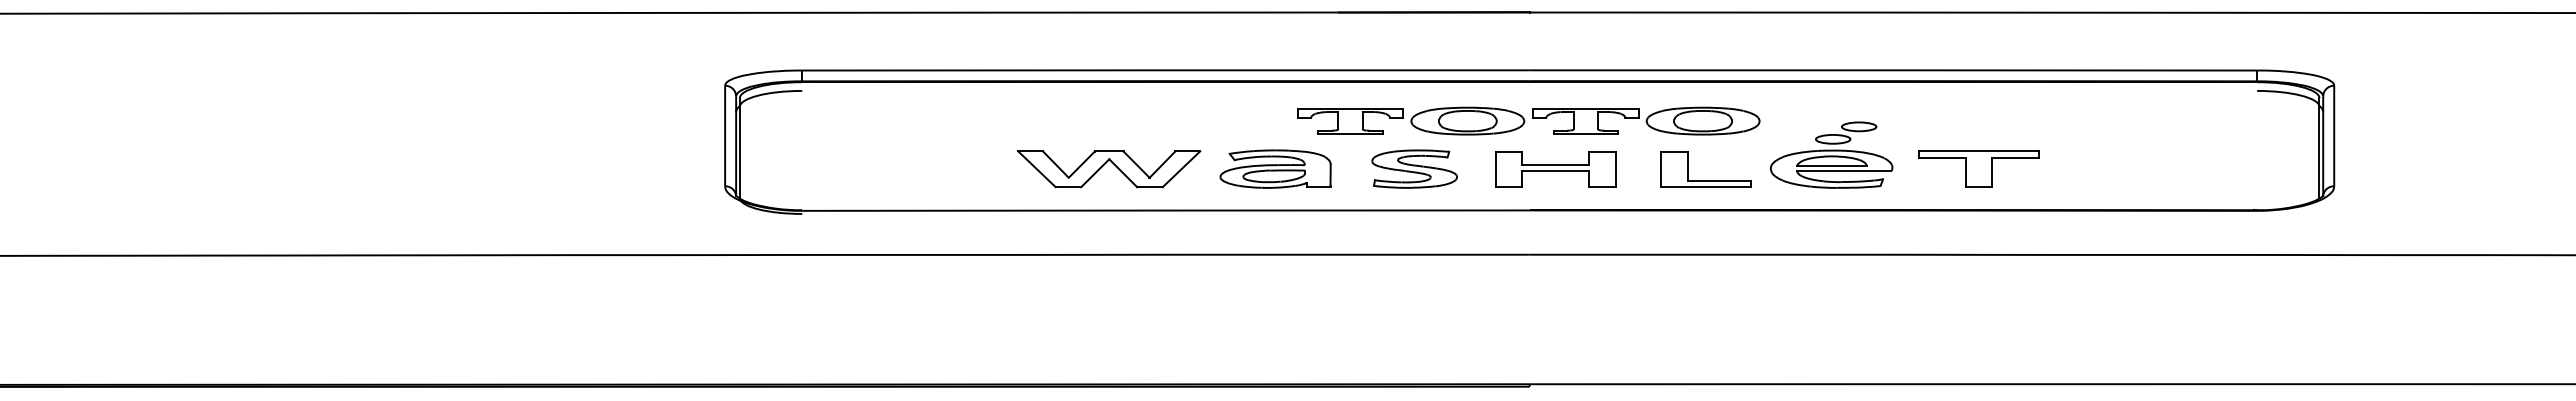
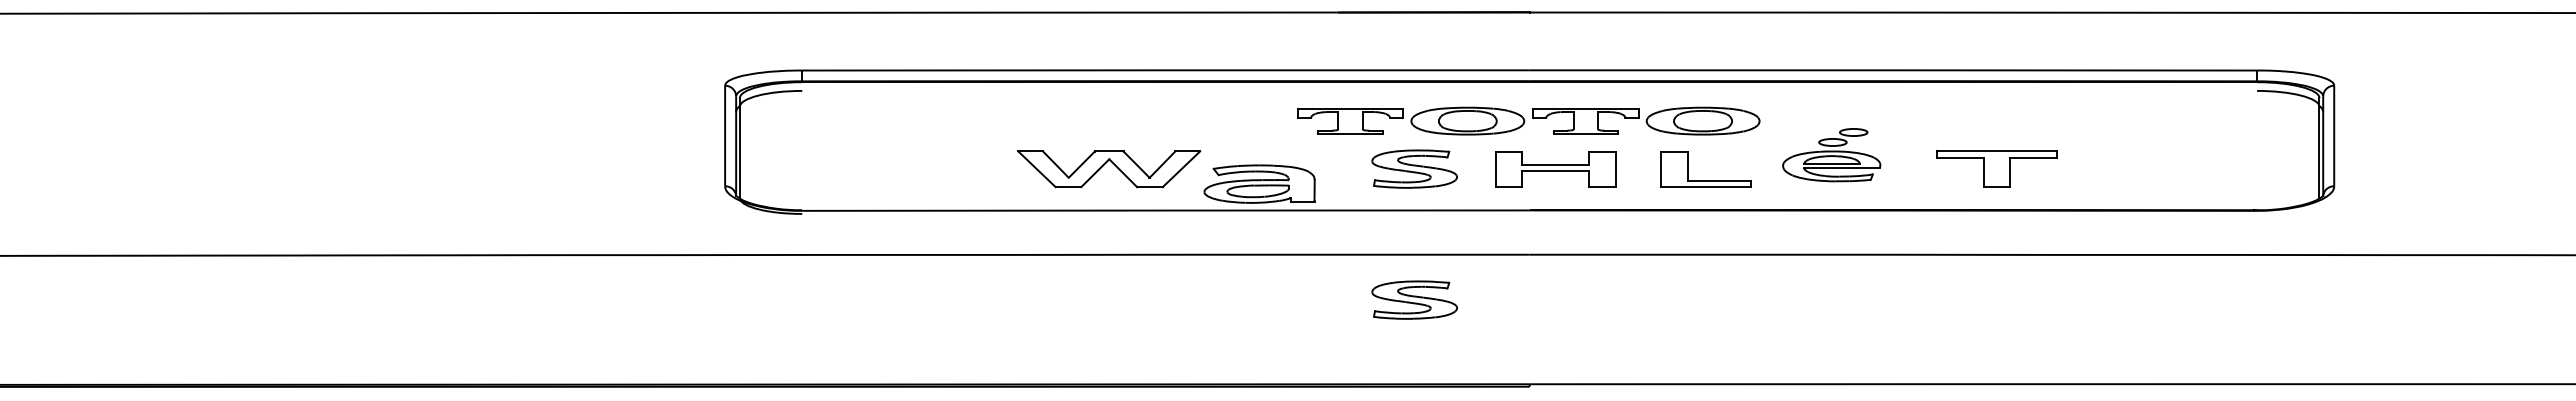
part at (1831, 154) size: 124x68 px -> 100x55 px
part at (1275, 168) position: (1275, 168) -> (1259, 183)
part at (1978, 168) position: (1978, 168) -> (1996, 168)
part at (1414, 299): none -> present
